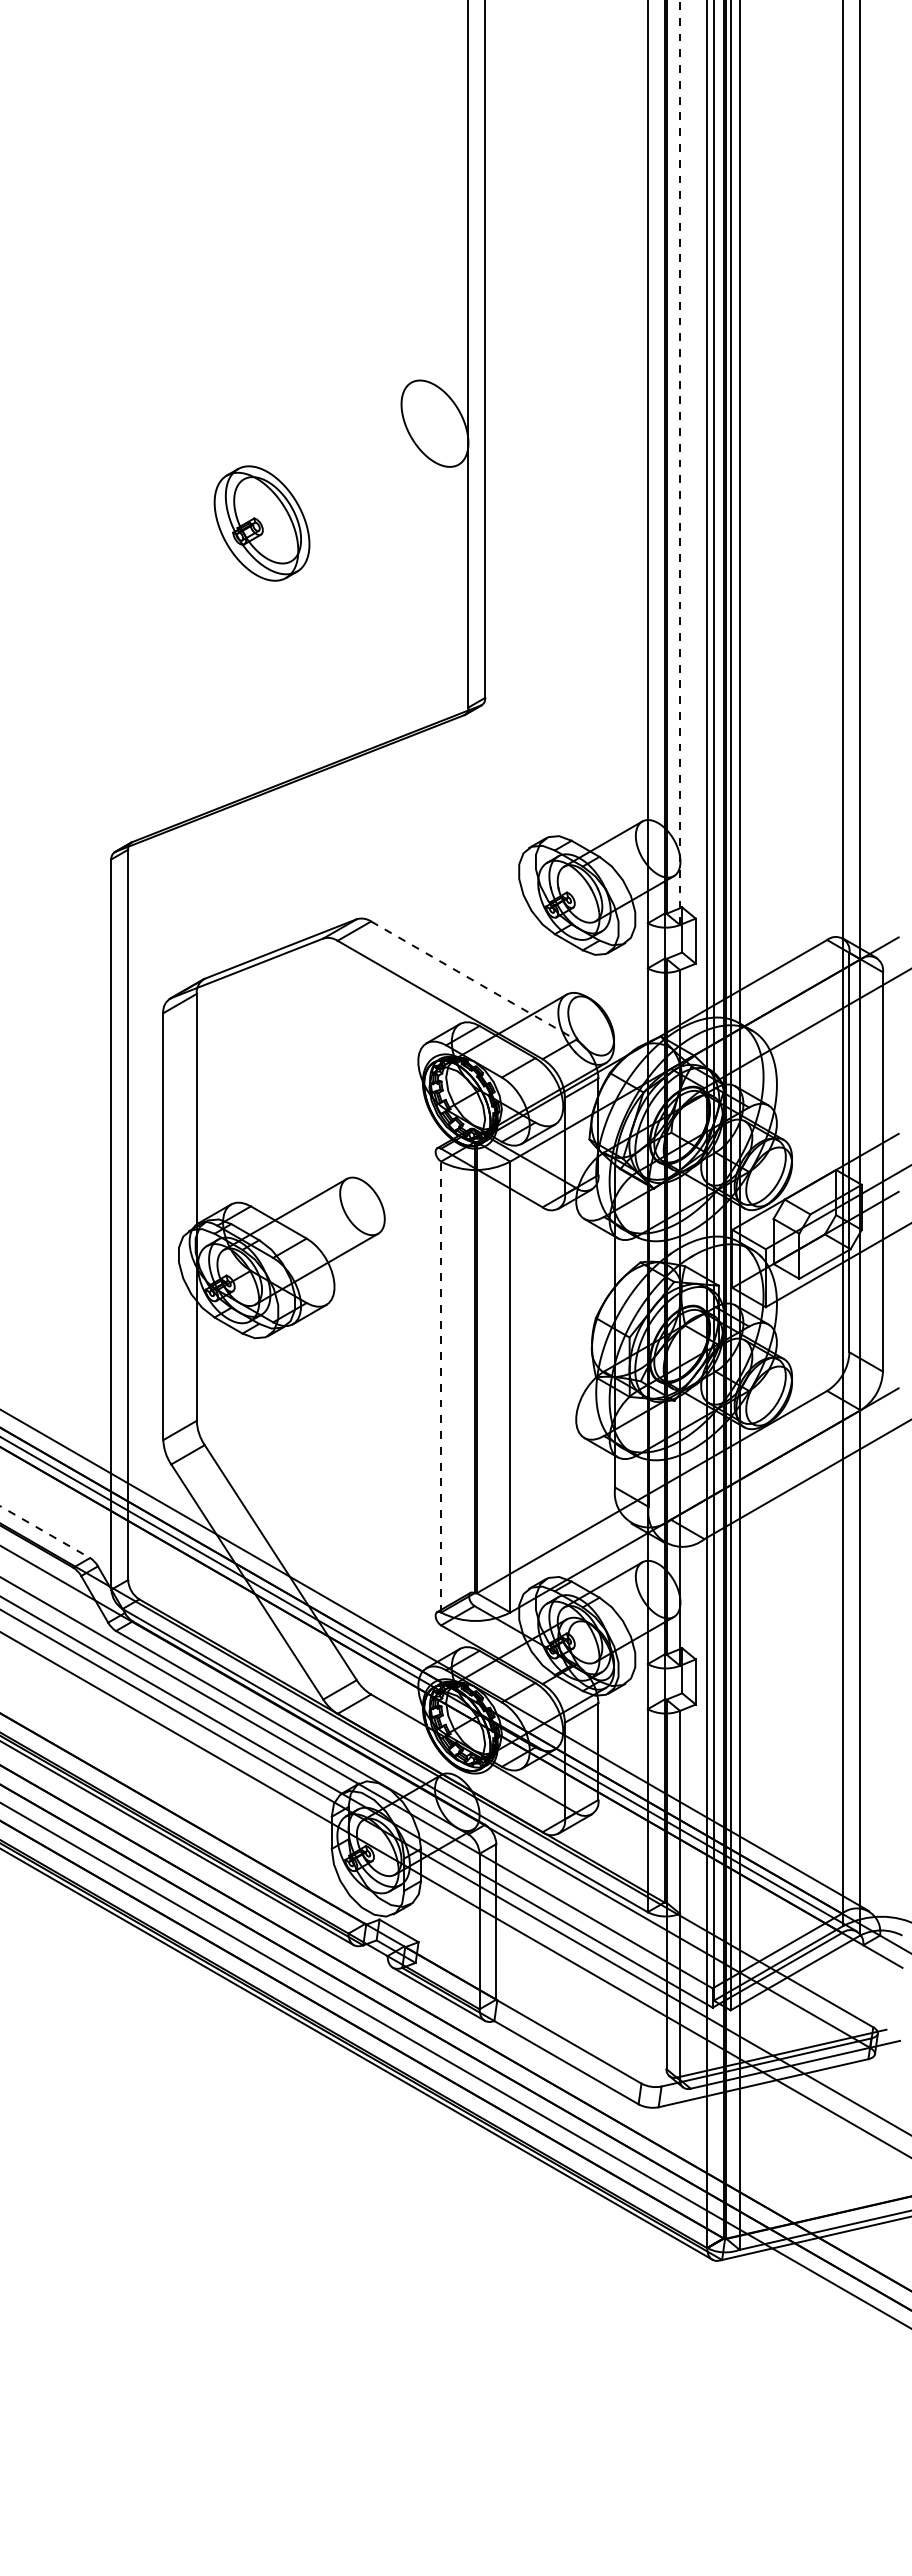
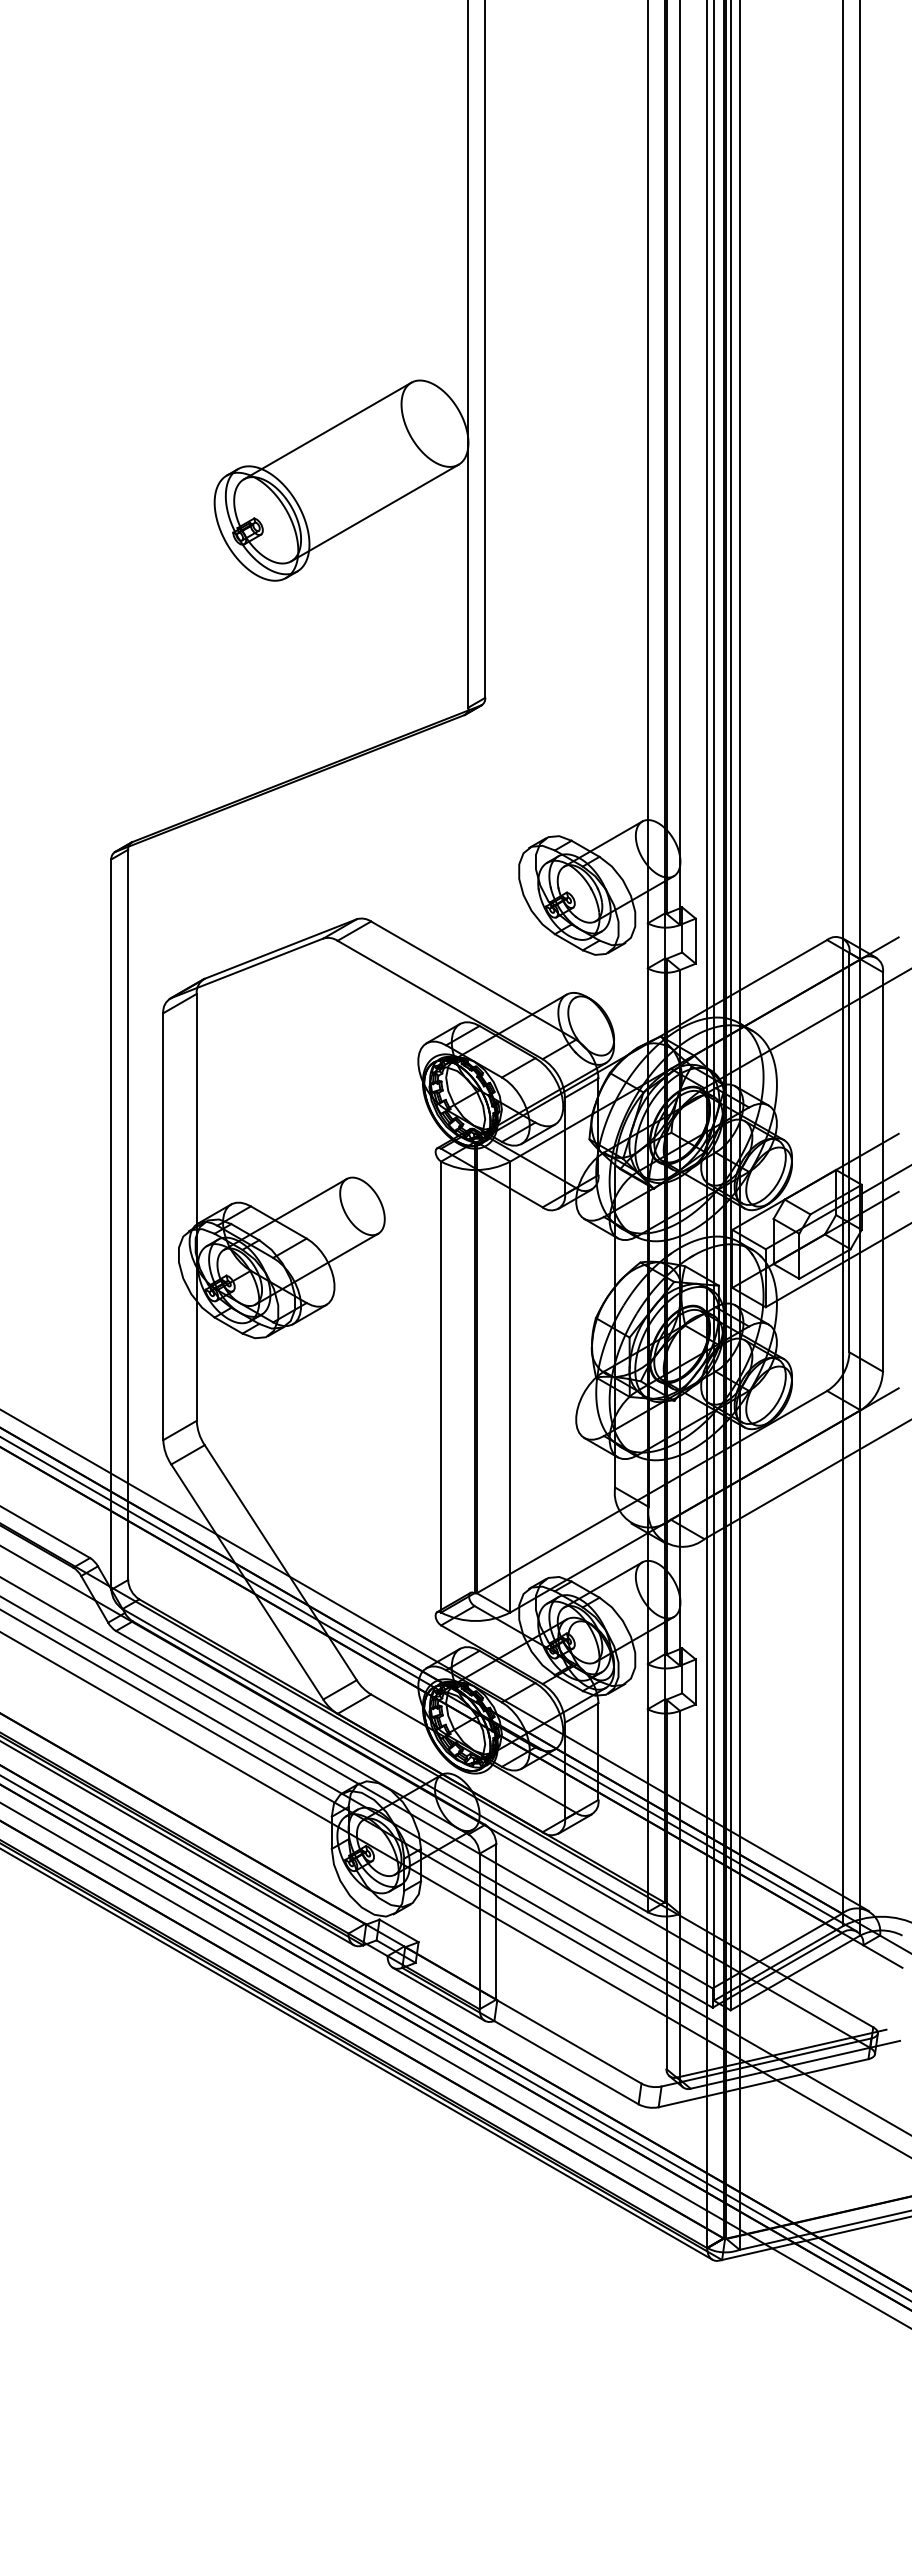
line at (327, 430): none -> present
line at (680, 461): dashed -> solid
line at (374, 512): none -> present
line at (474, 980): dashed -> solid
line at (441, 1386): dashed -> solid
line at (45, 1532): dashed -> solid
line at (455, 2037): none -> present
